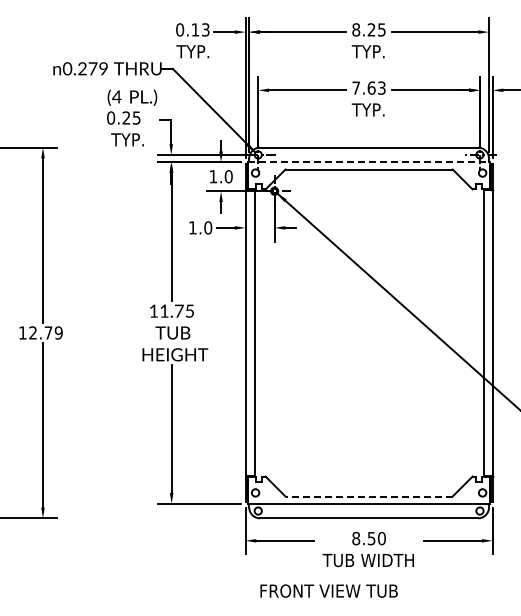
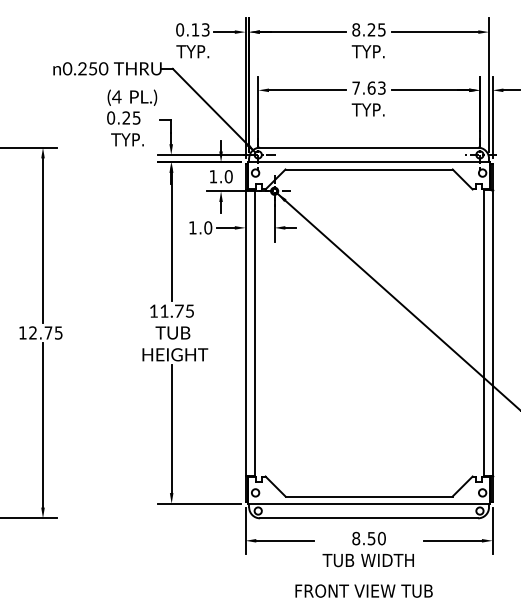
text at (98, 68): 0.279 -> 0.250
line at (369, 162): dashed -> solid
text at (58, 332): 12.79 -> 12.75
line at (369, 496): dashed -> solid
text at (328, 590) position: (328, 590) -> (363, 590)
